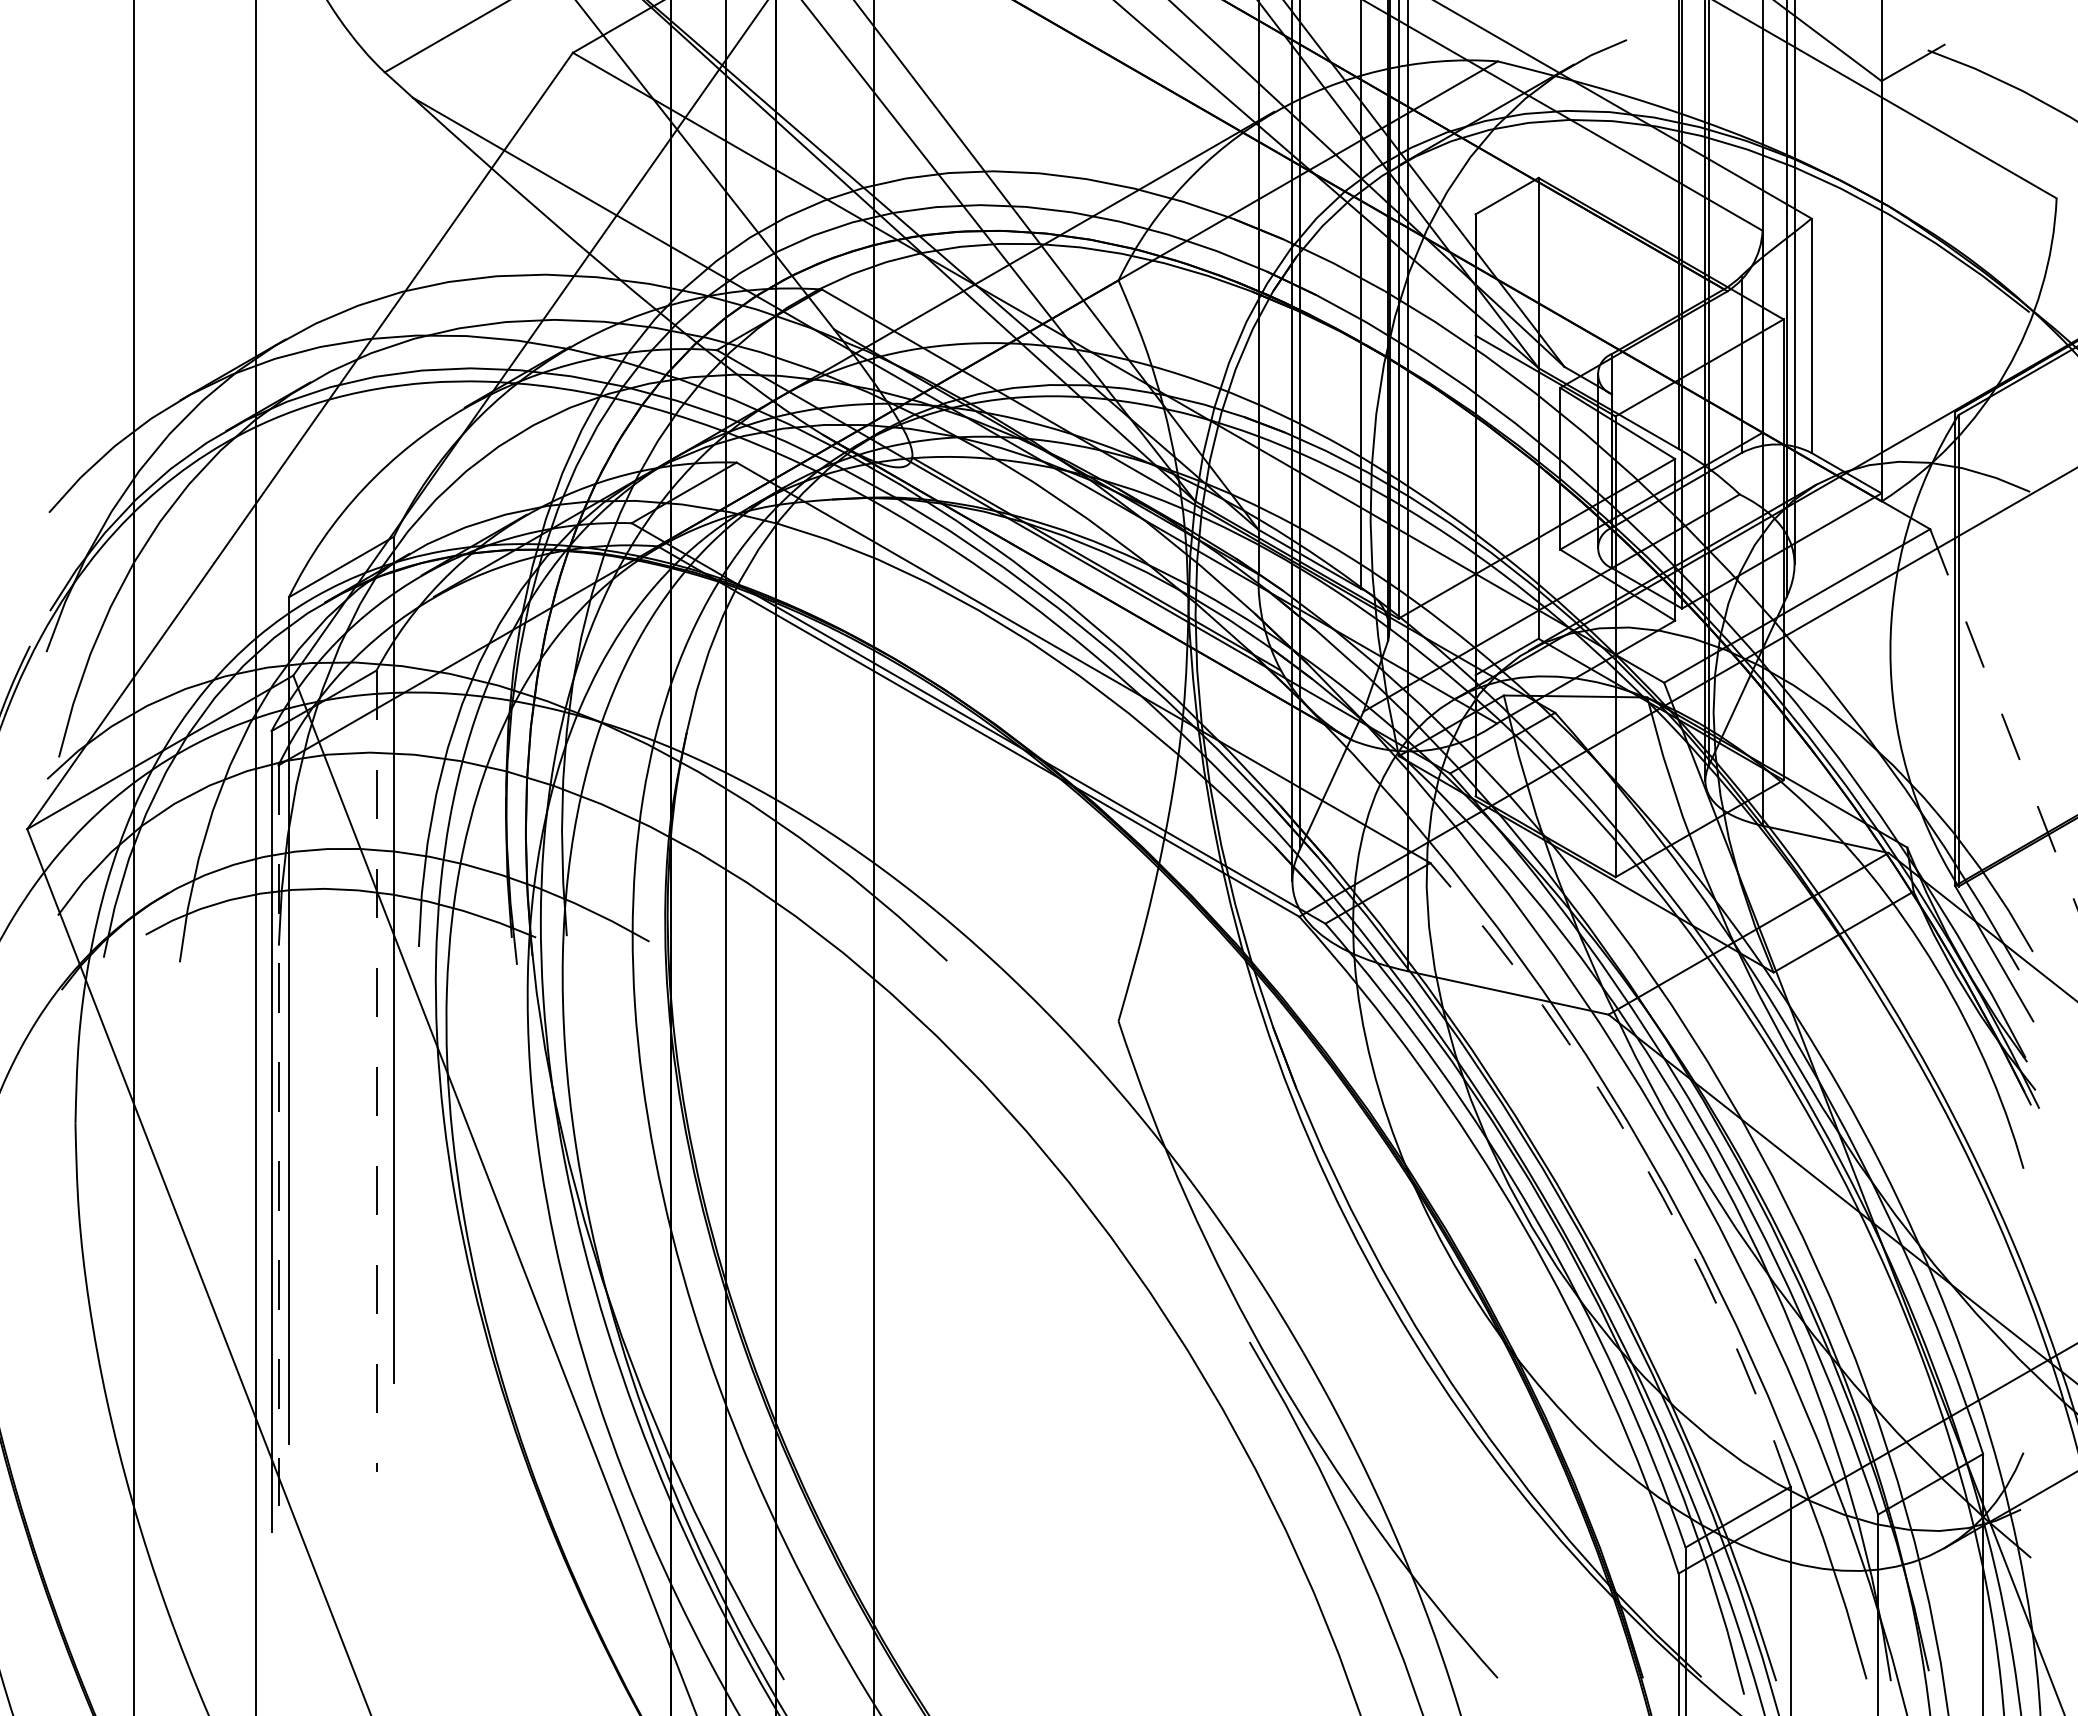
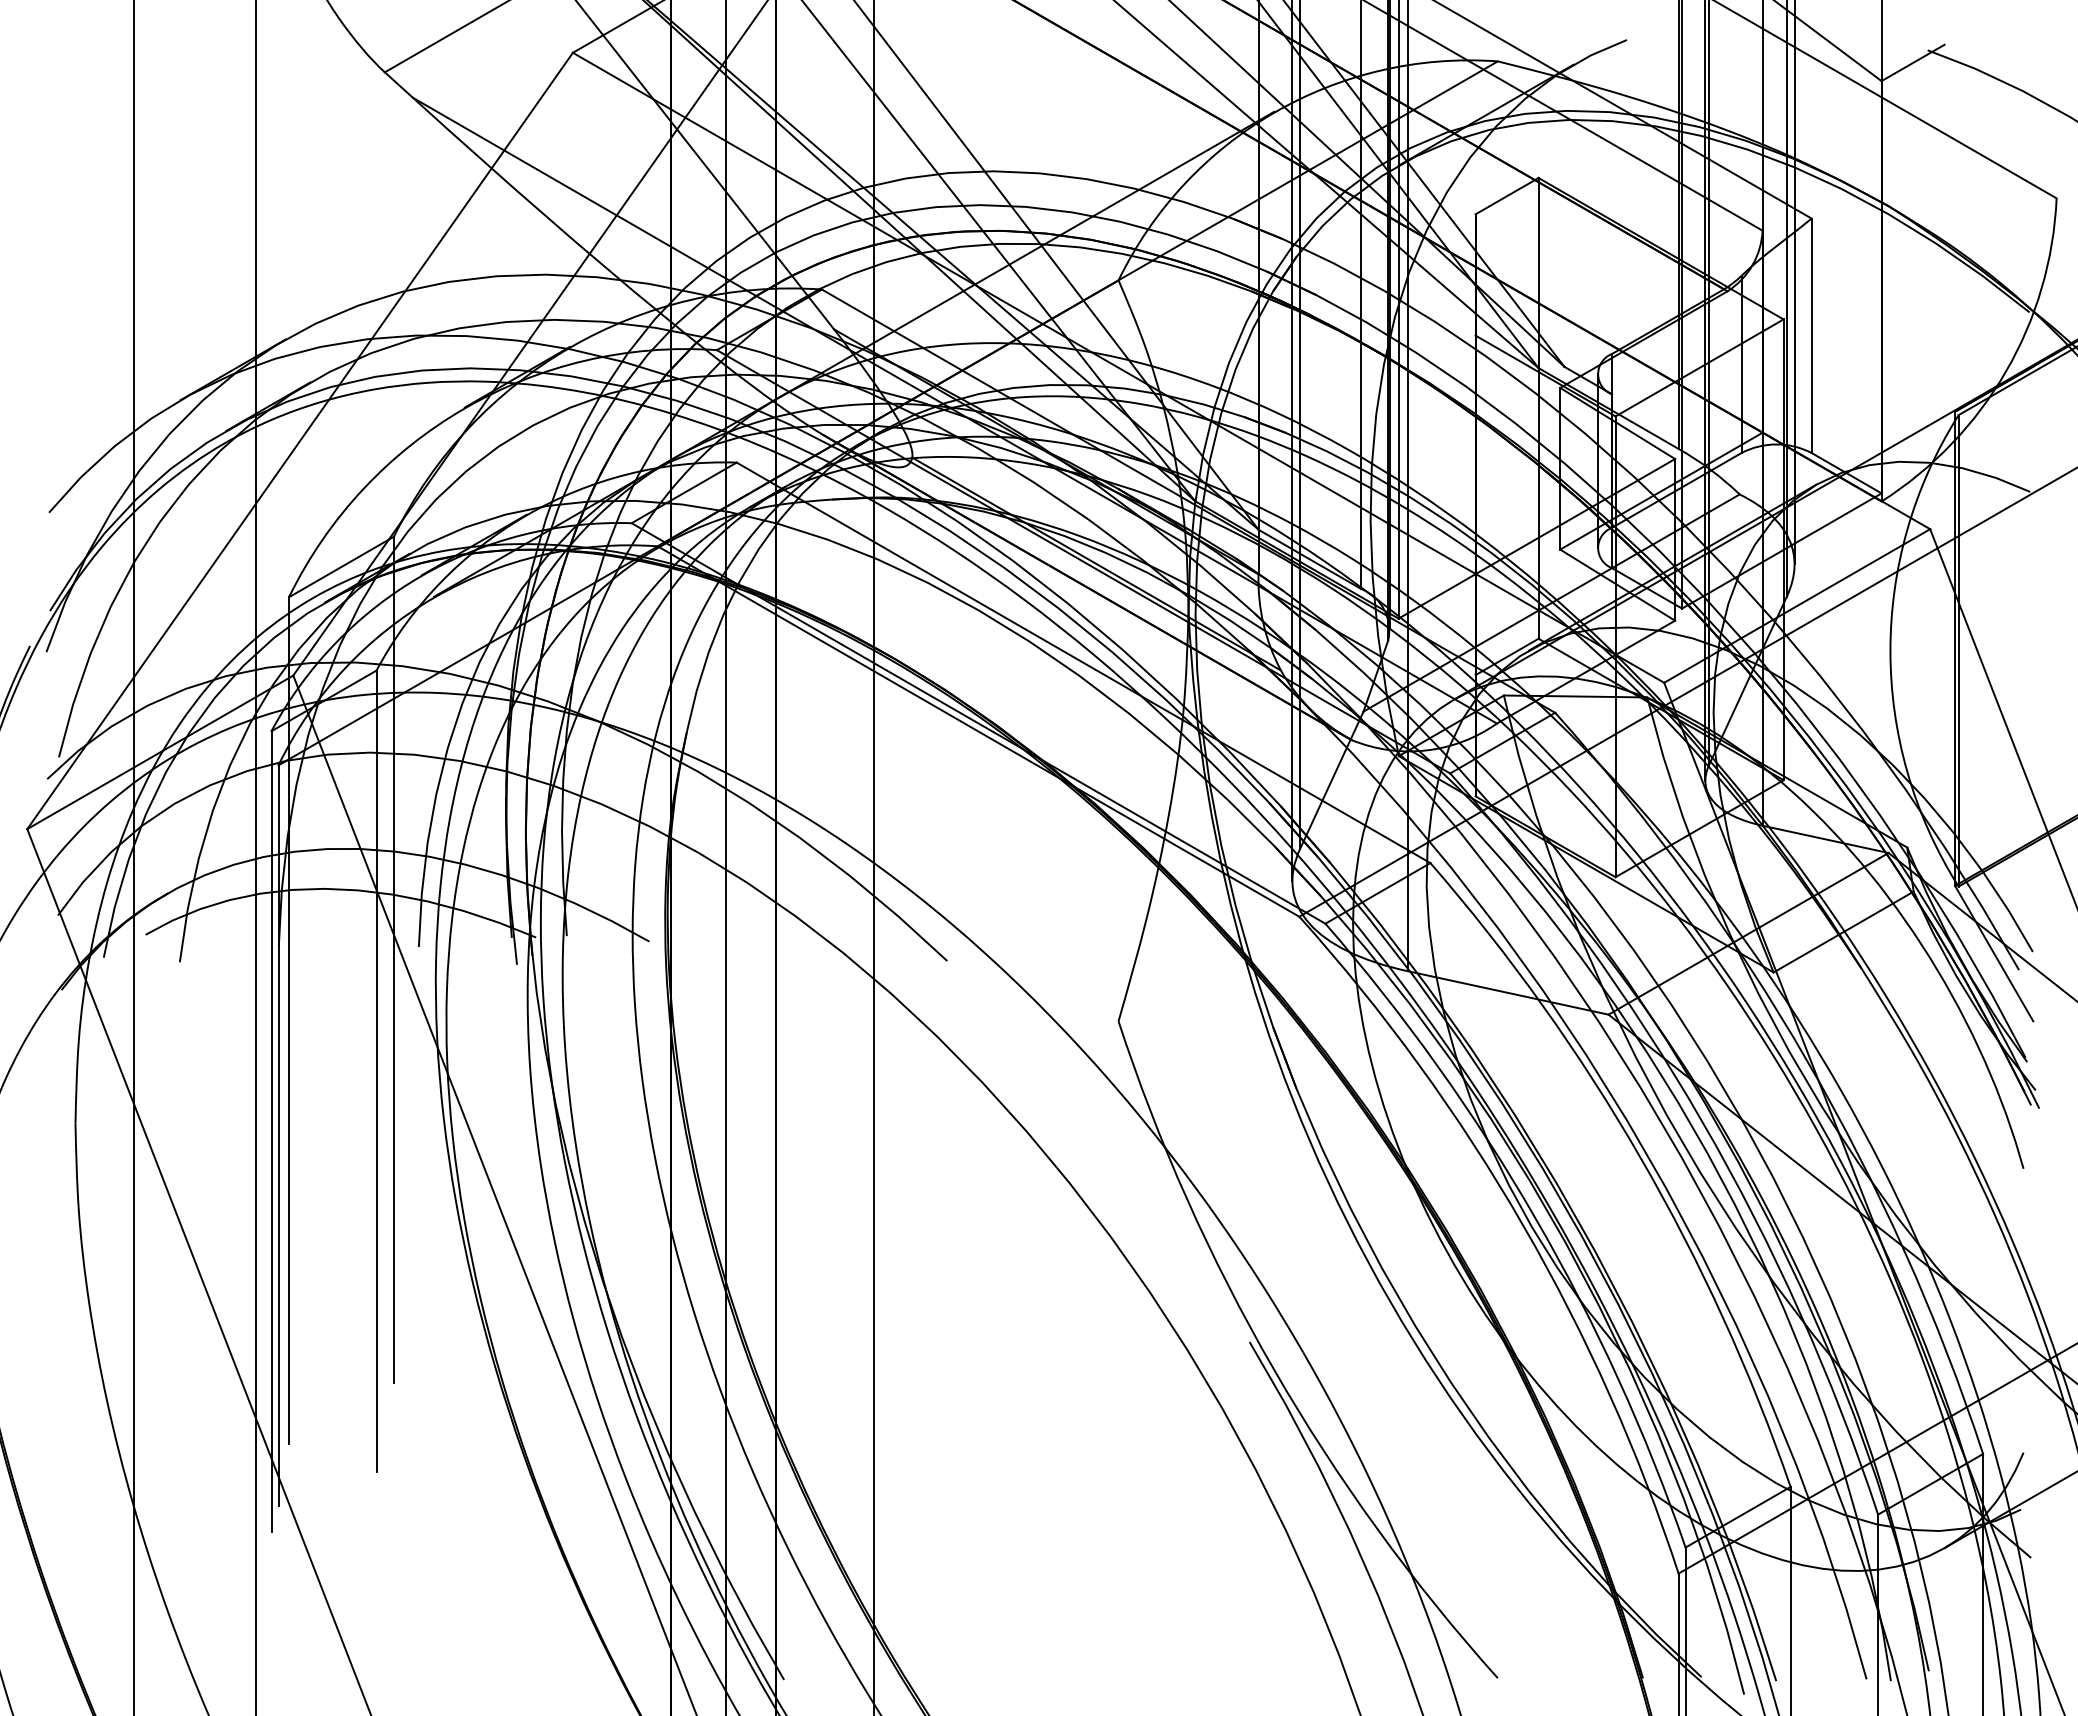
line at (2003, 719): dashed -> solid
line at (376, 1071): dashed -> solid
line at (278, 1136): dashed -> solid
arc at (1640, 1157): dashed -> solid
